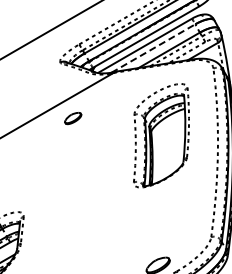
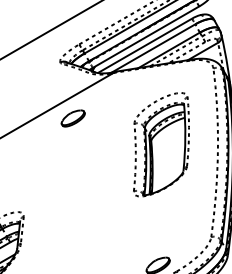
line at (153, 48): dashed -> solid
part at (73, 118) size: 19x14 px -> 26x19 px
part at (161, 135) position: (161, 135) -> (161, 144)
